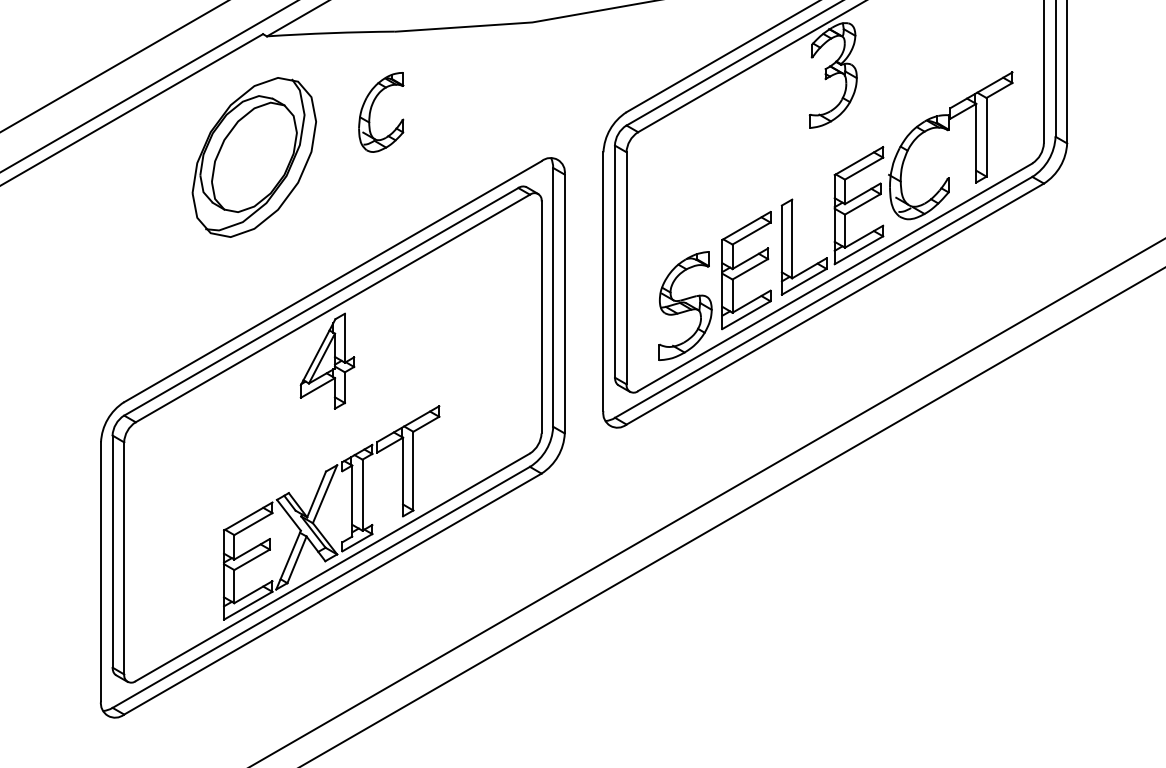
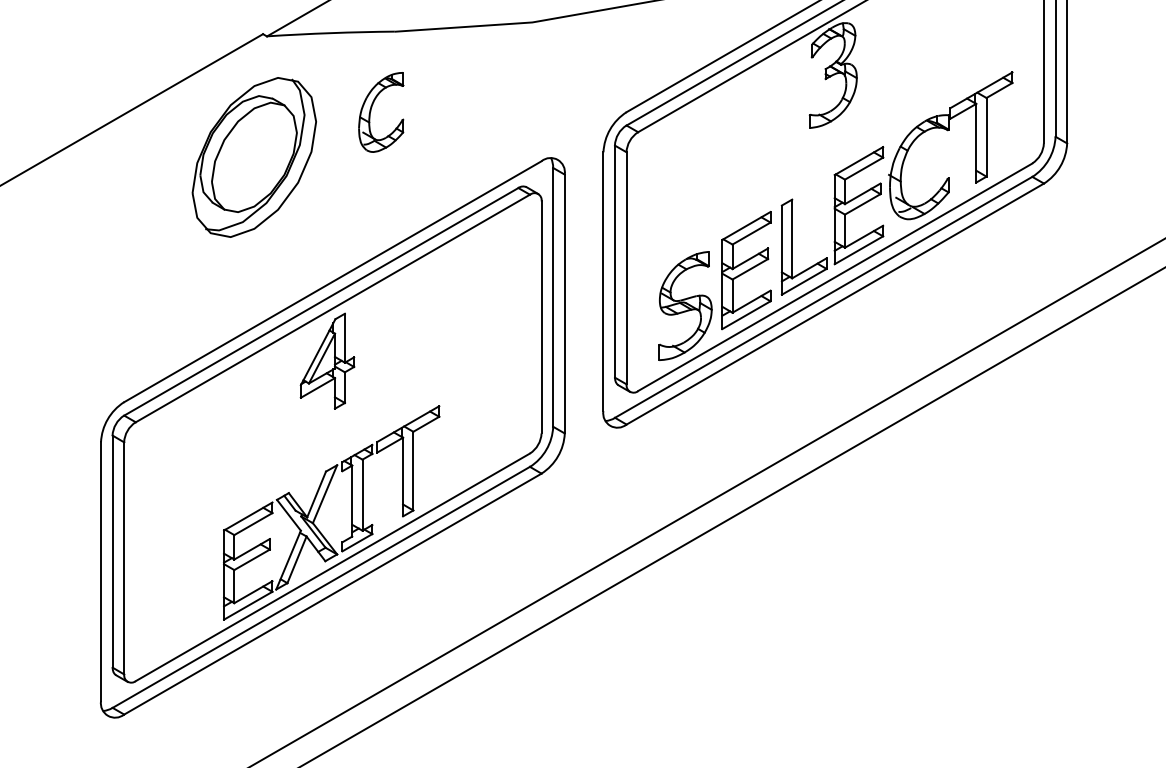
line at (113, 66): present -> none
line at (148, 86): present -> none
